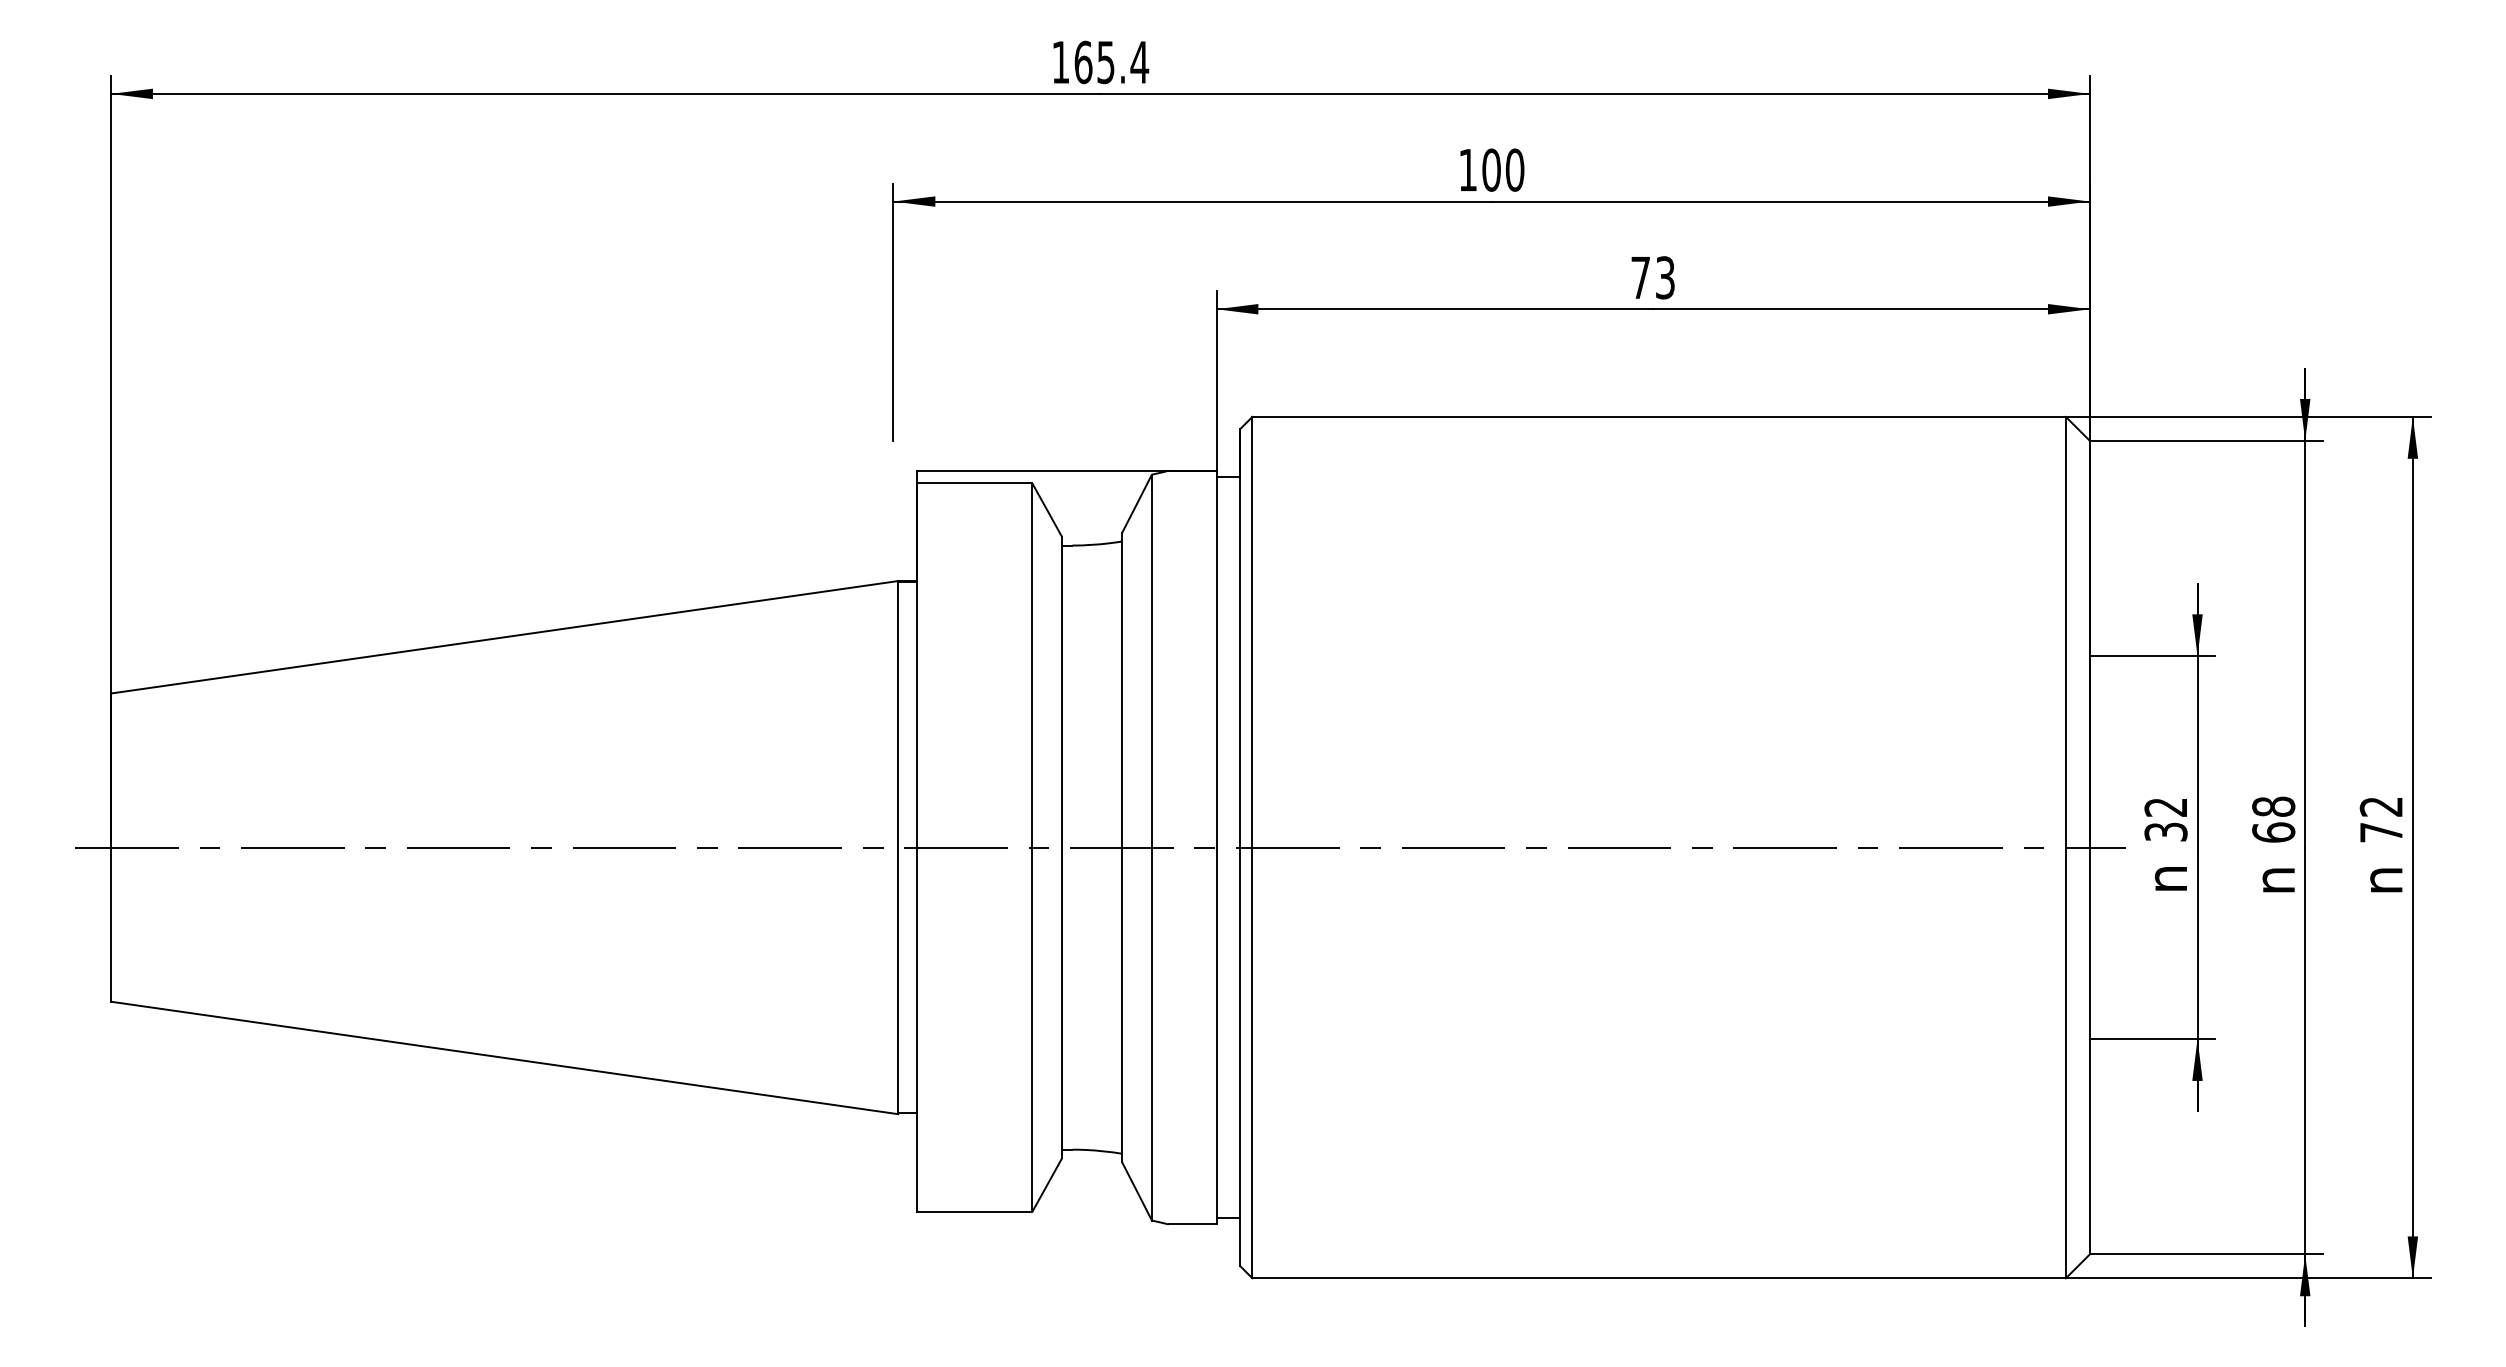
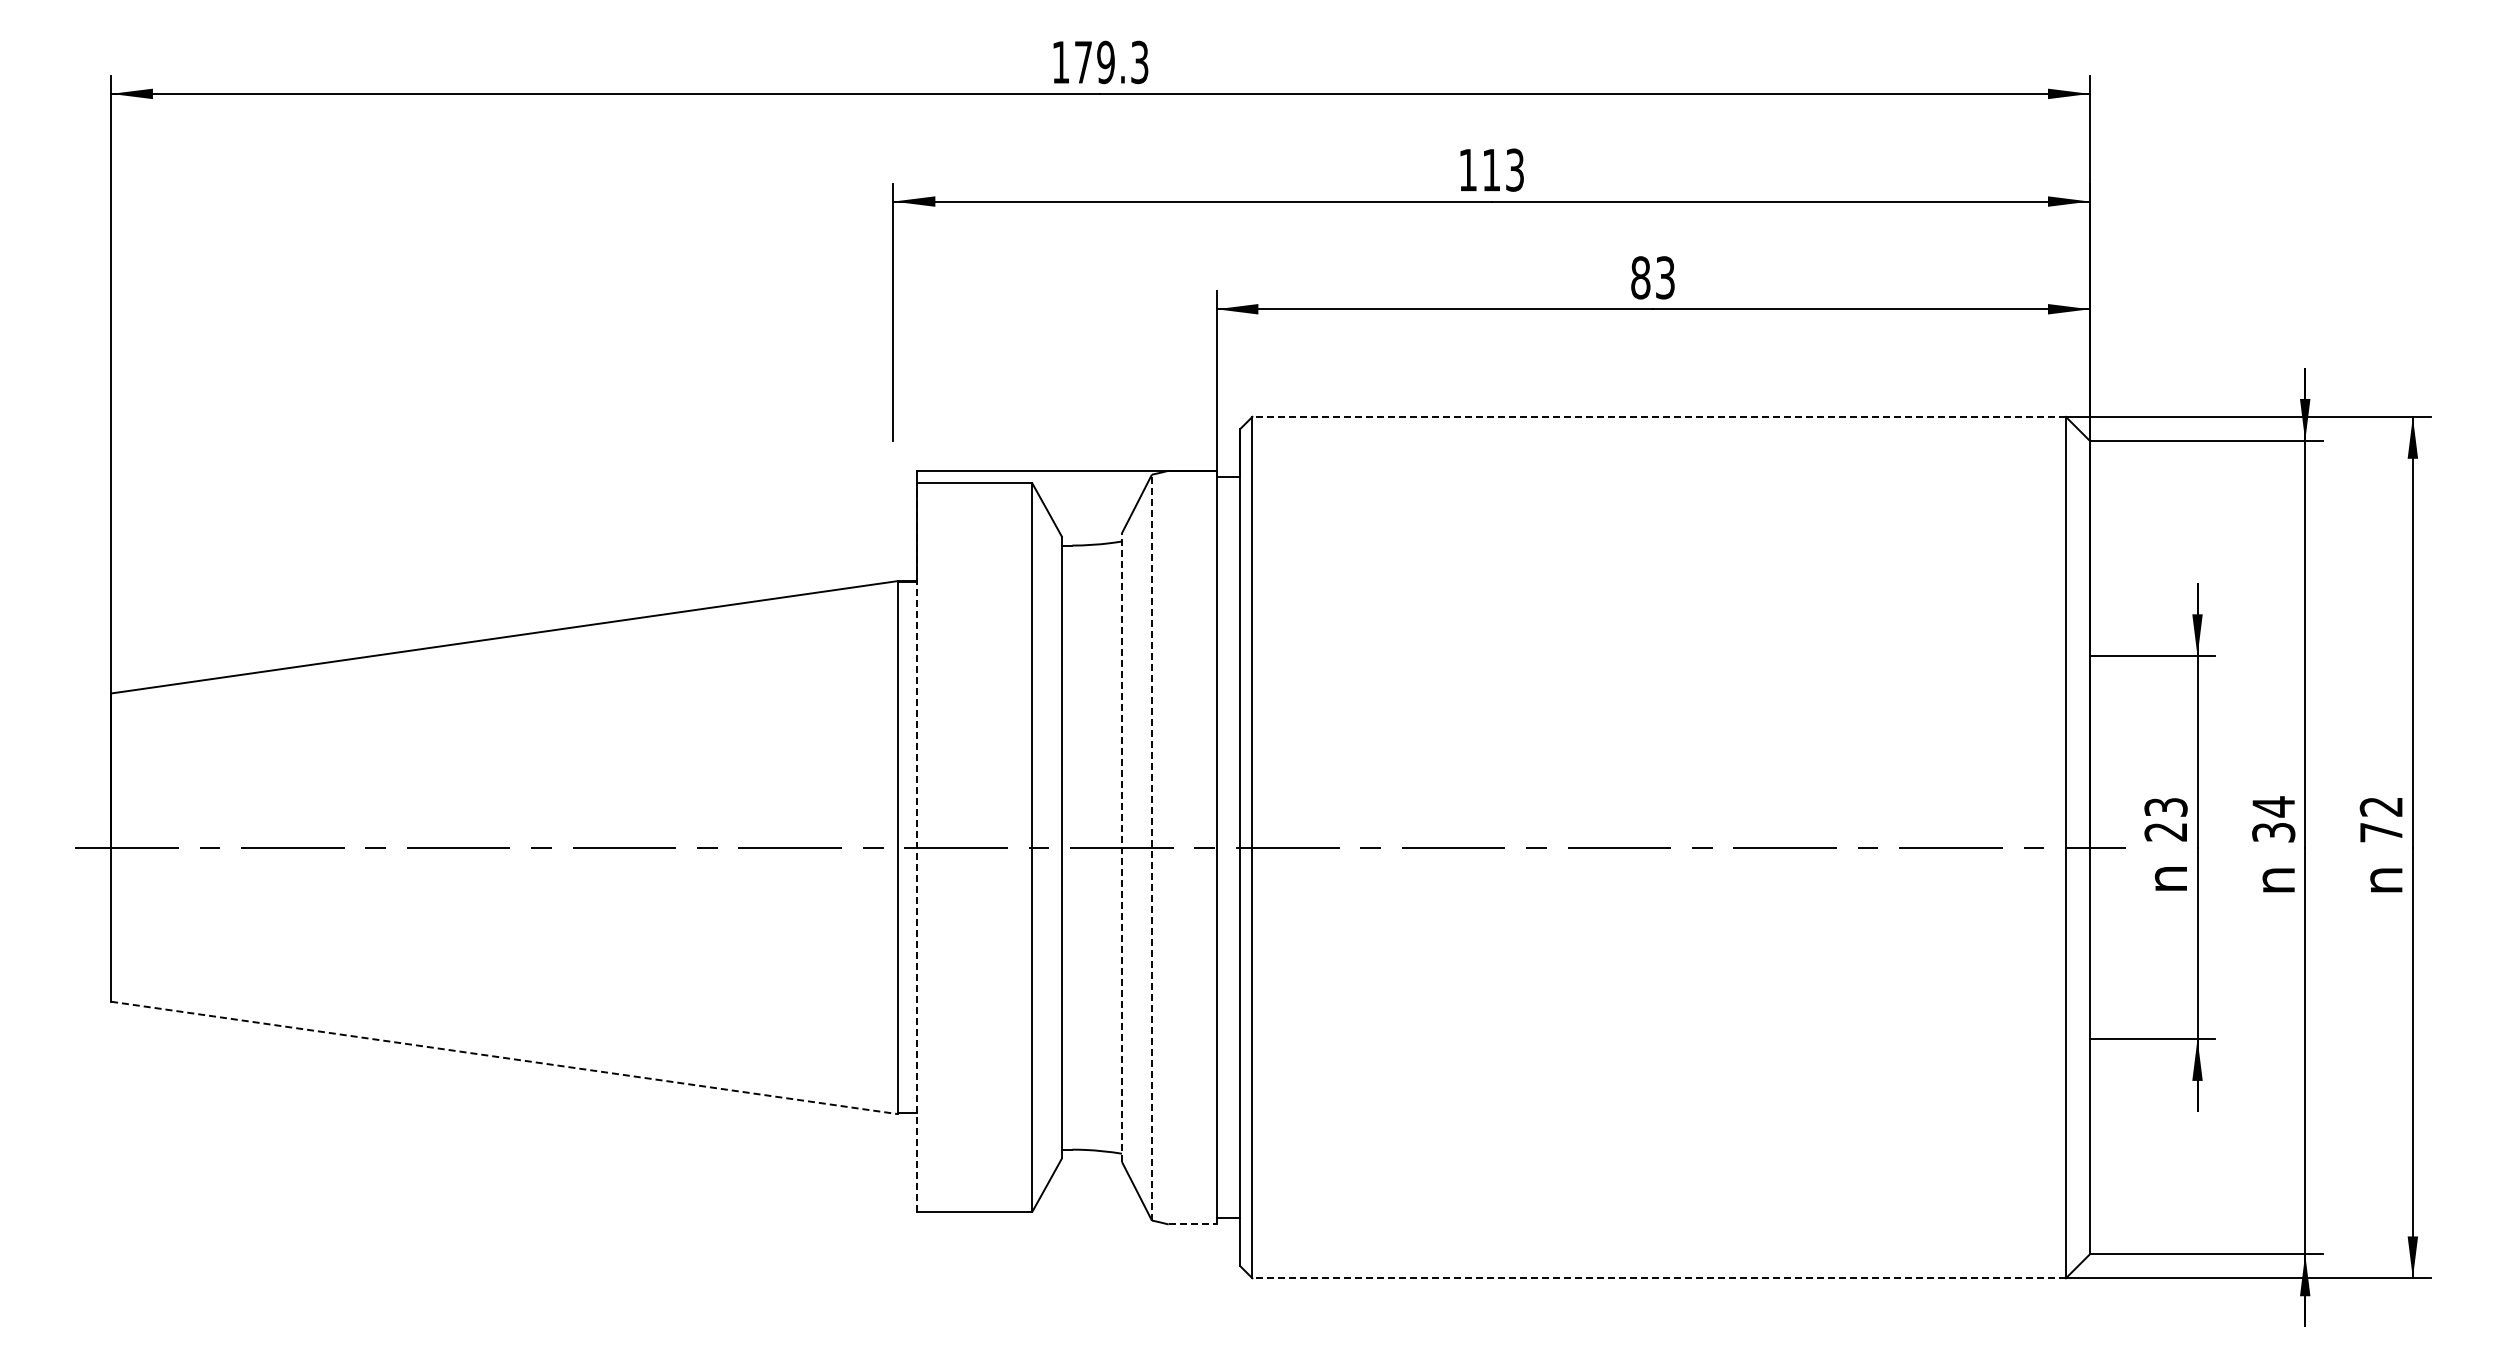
text at (1111, 62): 165.4 -> 179.3
text at (1503, 169): 100 -> 113
text at (1640, 277): 73 -> 83
line at (1659, 416): solid -> dashed
text at (2165, 819): 32 -> 23
text at (2273, 819): 68 -> 34
line at (917, 847): solid -> dashed
line at (1121, 847): solid -> dashed
line at (1151, 847): solid -> dashed
line at (504, 1057): solid -> dashed
line at (1192, 1224): solid -> dashed
line at (1659, 1278): solid -> dashed
